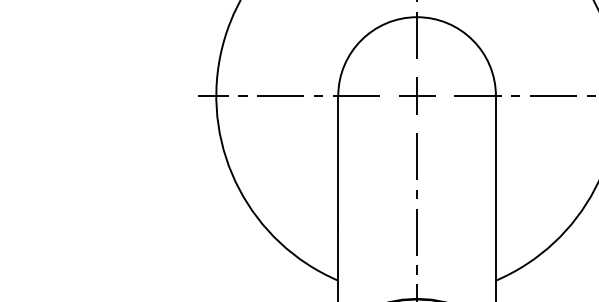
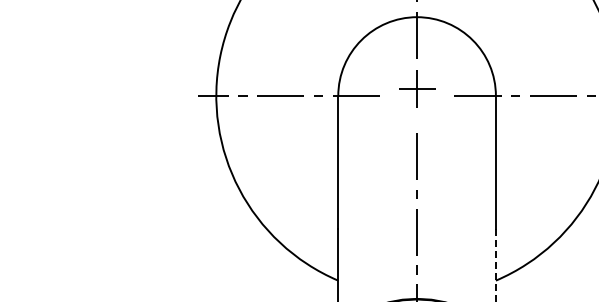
part at (417, 95) position: (417, 95) -> (417, 88)
line at (495, 264): solid -> dashed
